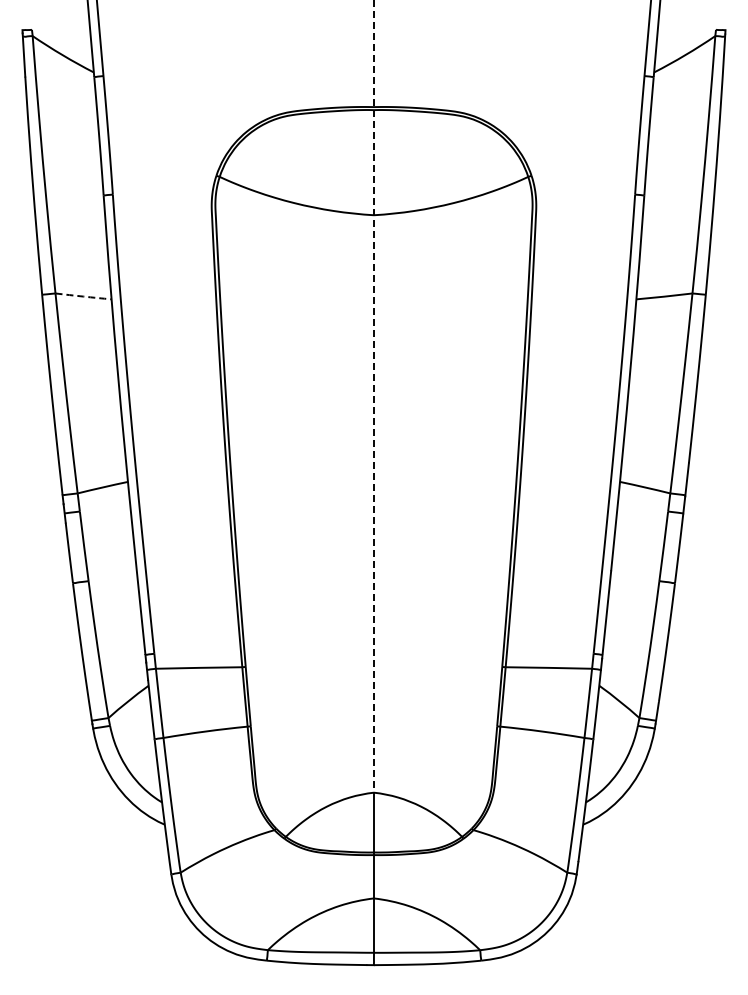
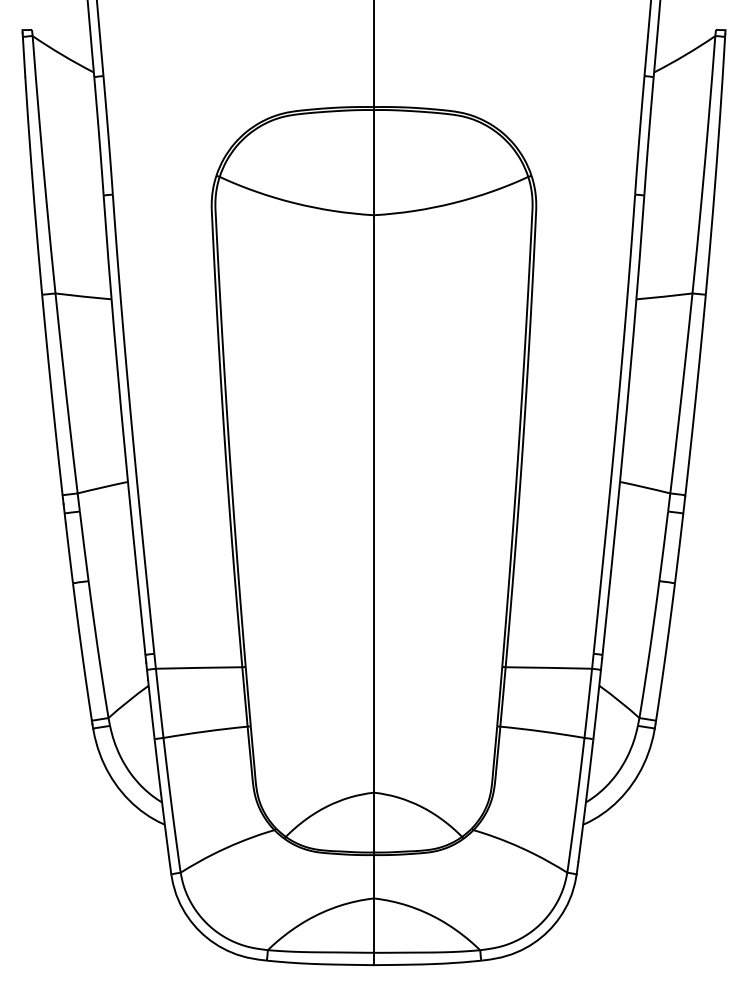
arc at (83, 296): dashed -> solid
line at (373, 396): dashed -> solid
